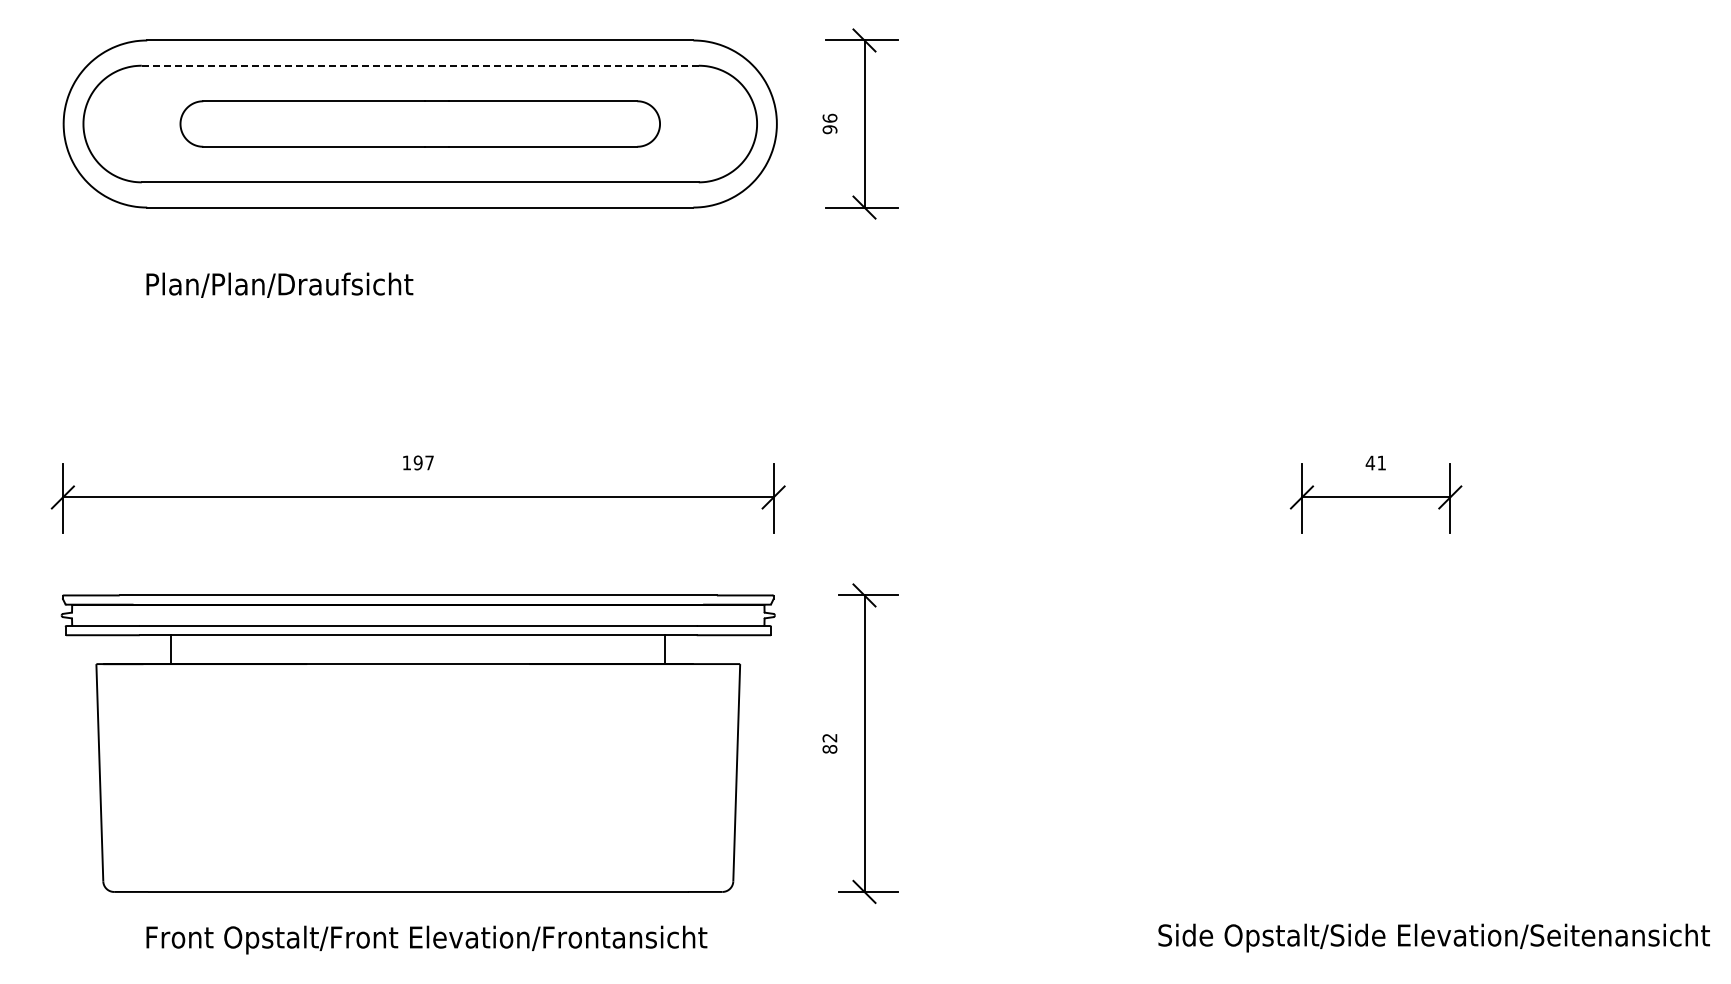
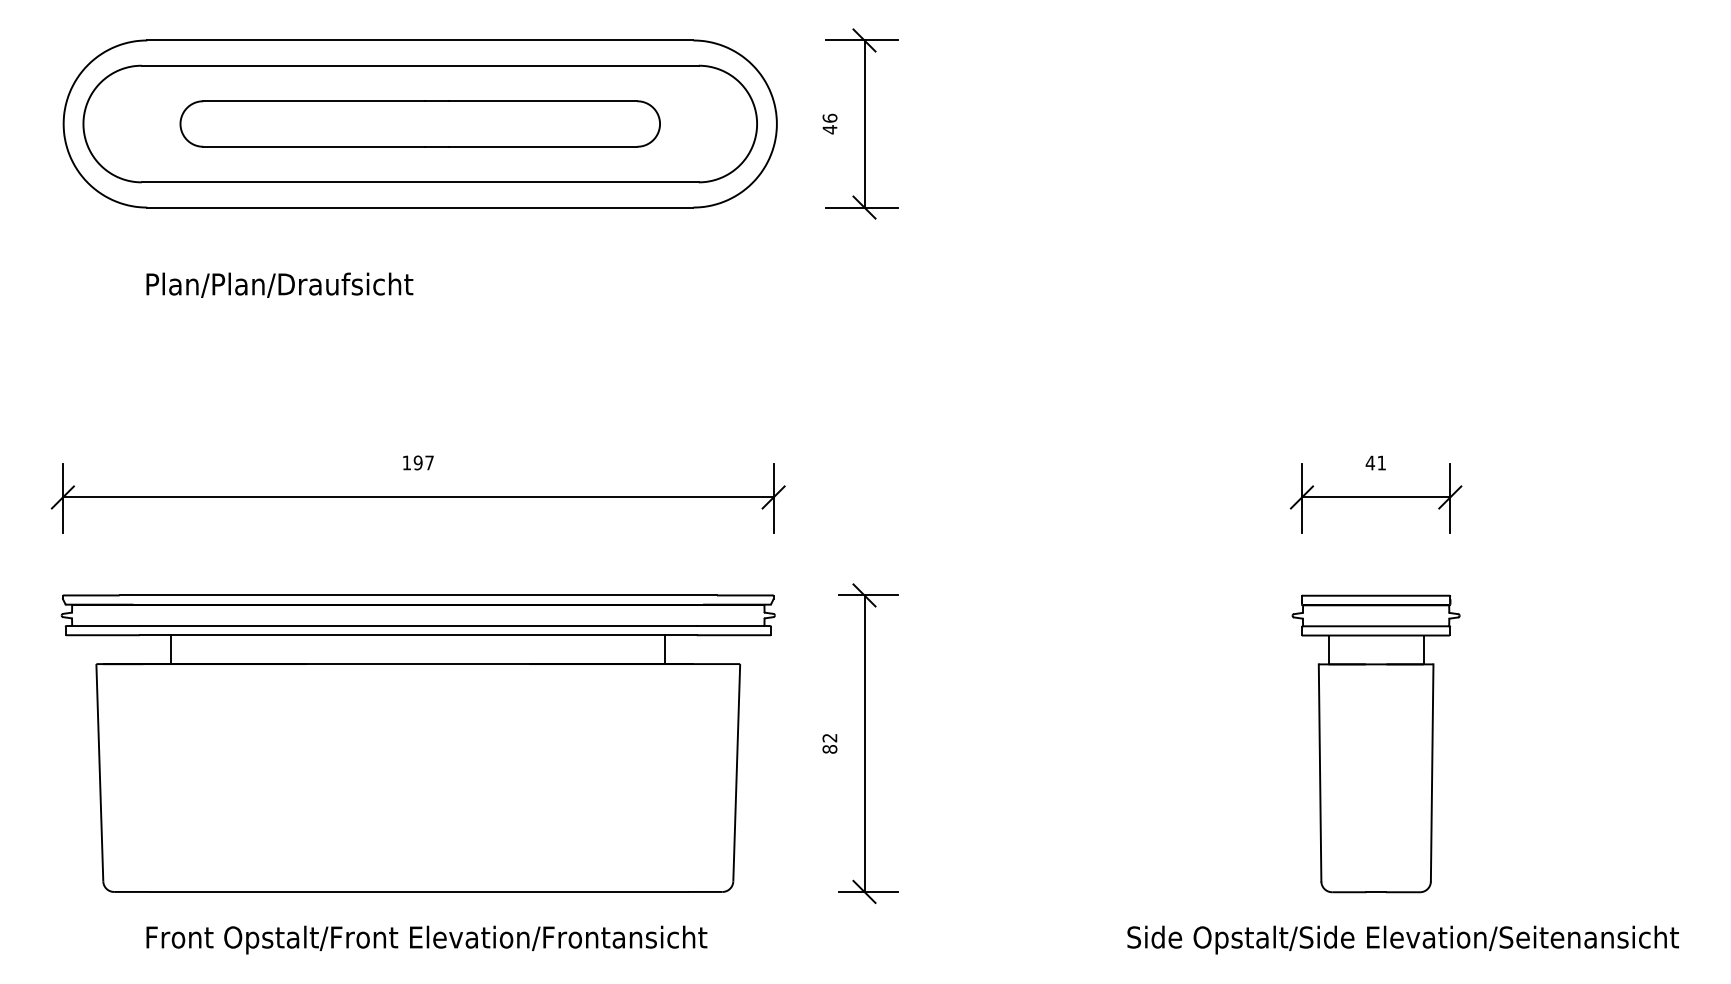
line at (419, 65): dashed -> solid
text at (829, 129): 96 -> 46
part at (1375, 743): none -> present
text at (1433, 937) position: (1433, 937) -> (1402, 939)
